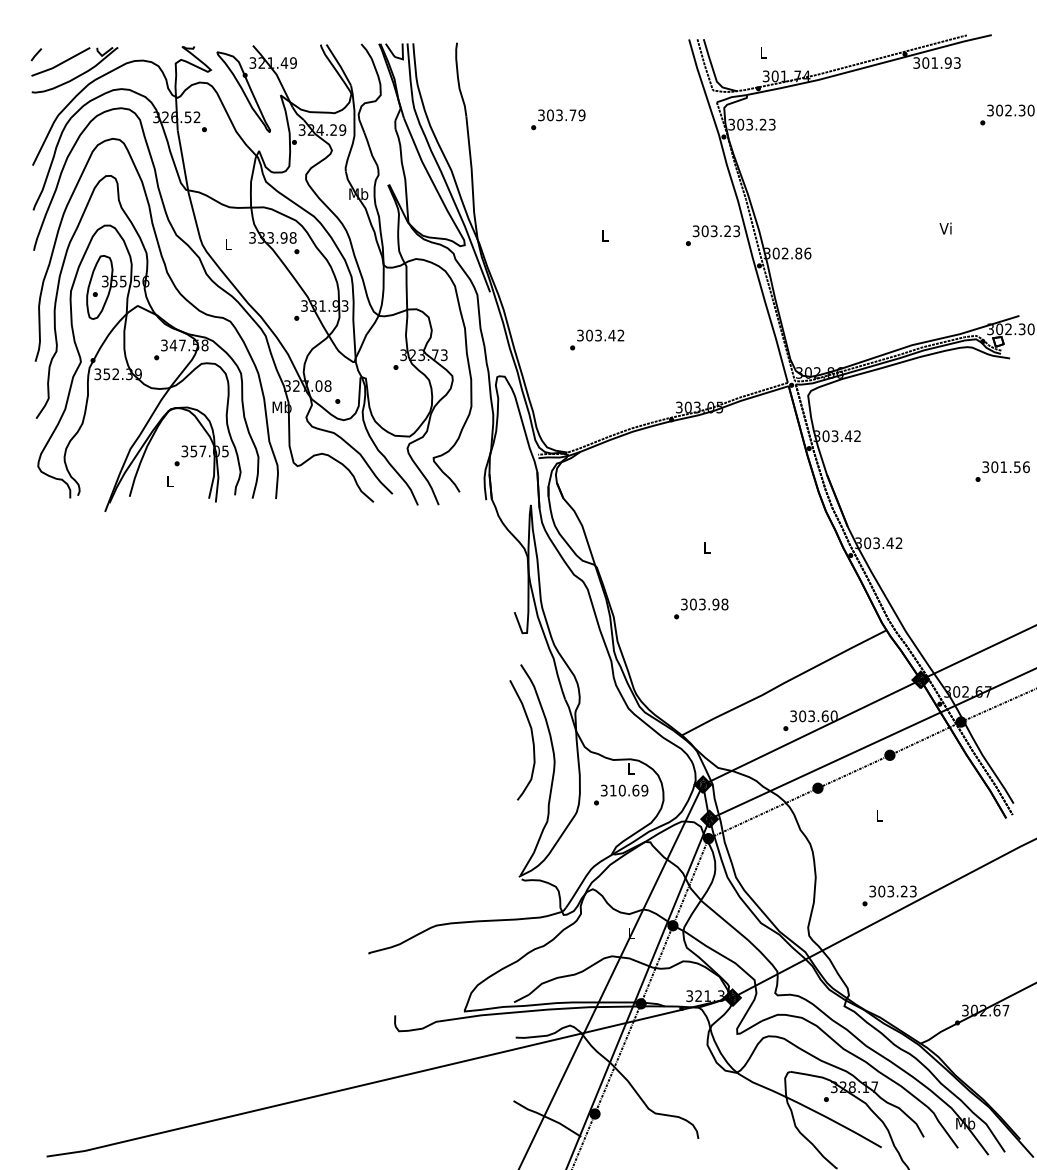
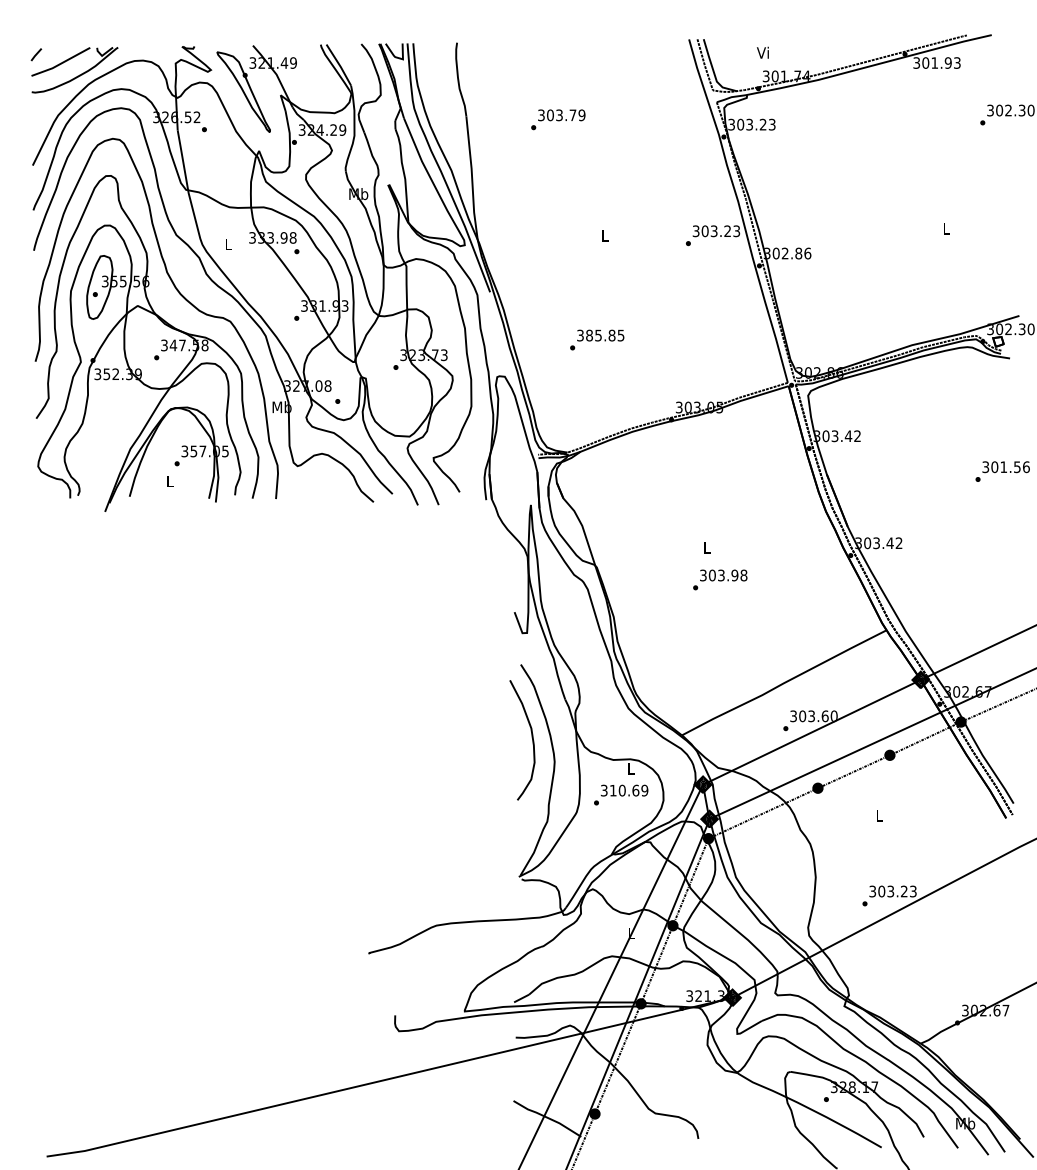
text at (762, 52): L -> Vi
text at (945, 228): Vi -> L
text at (605, 335): 303.42 -> 385.85
text at (701, 608) position: (701, 608) -> (720, 579)
